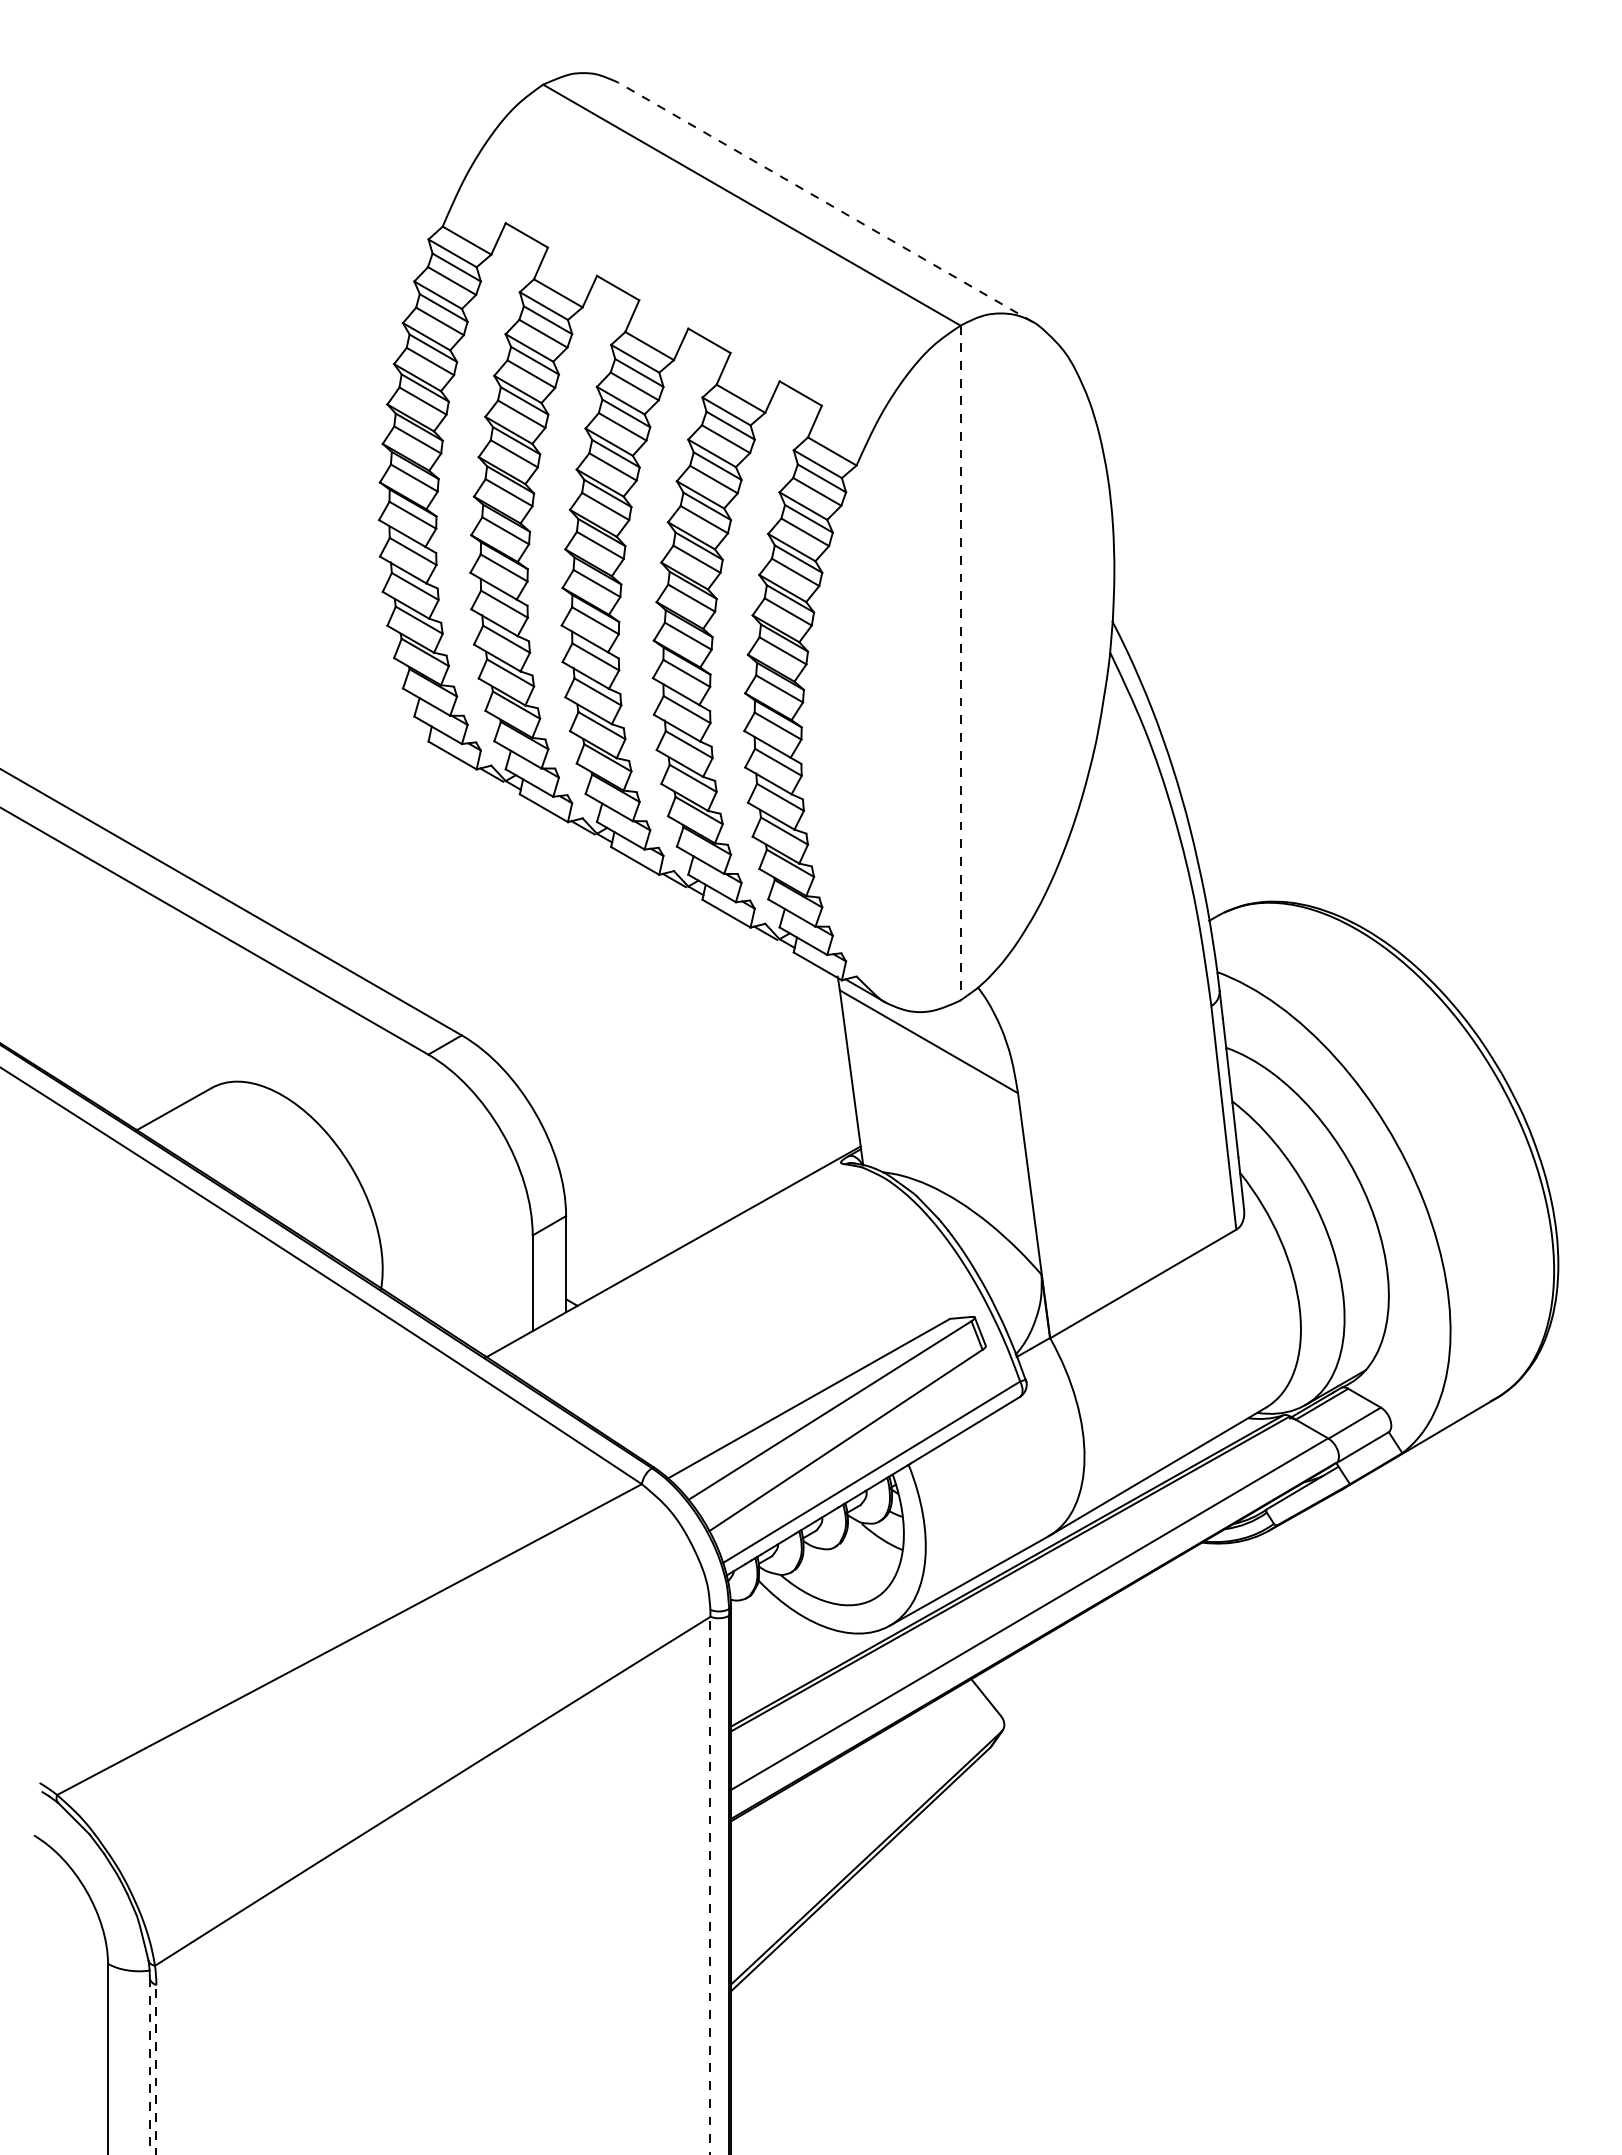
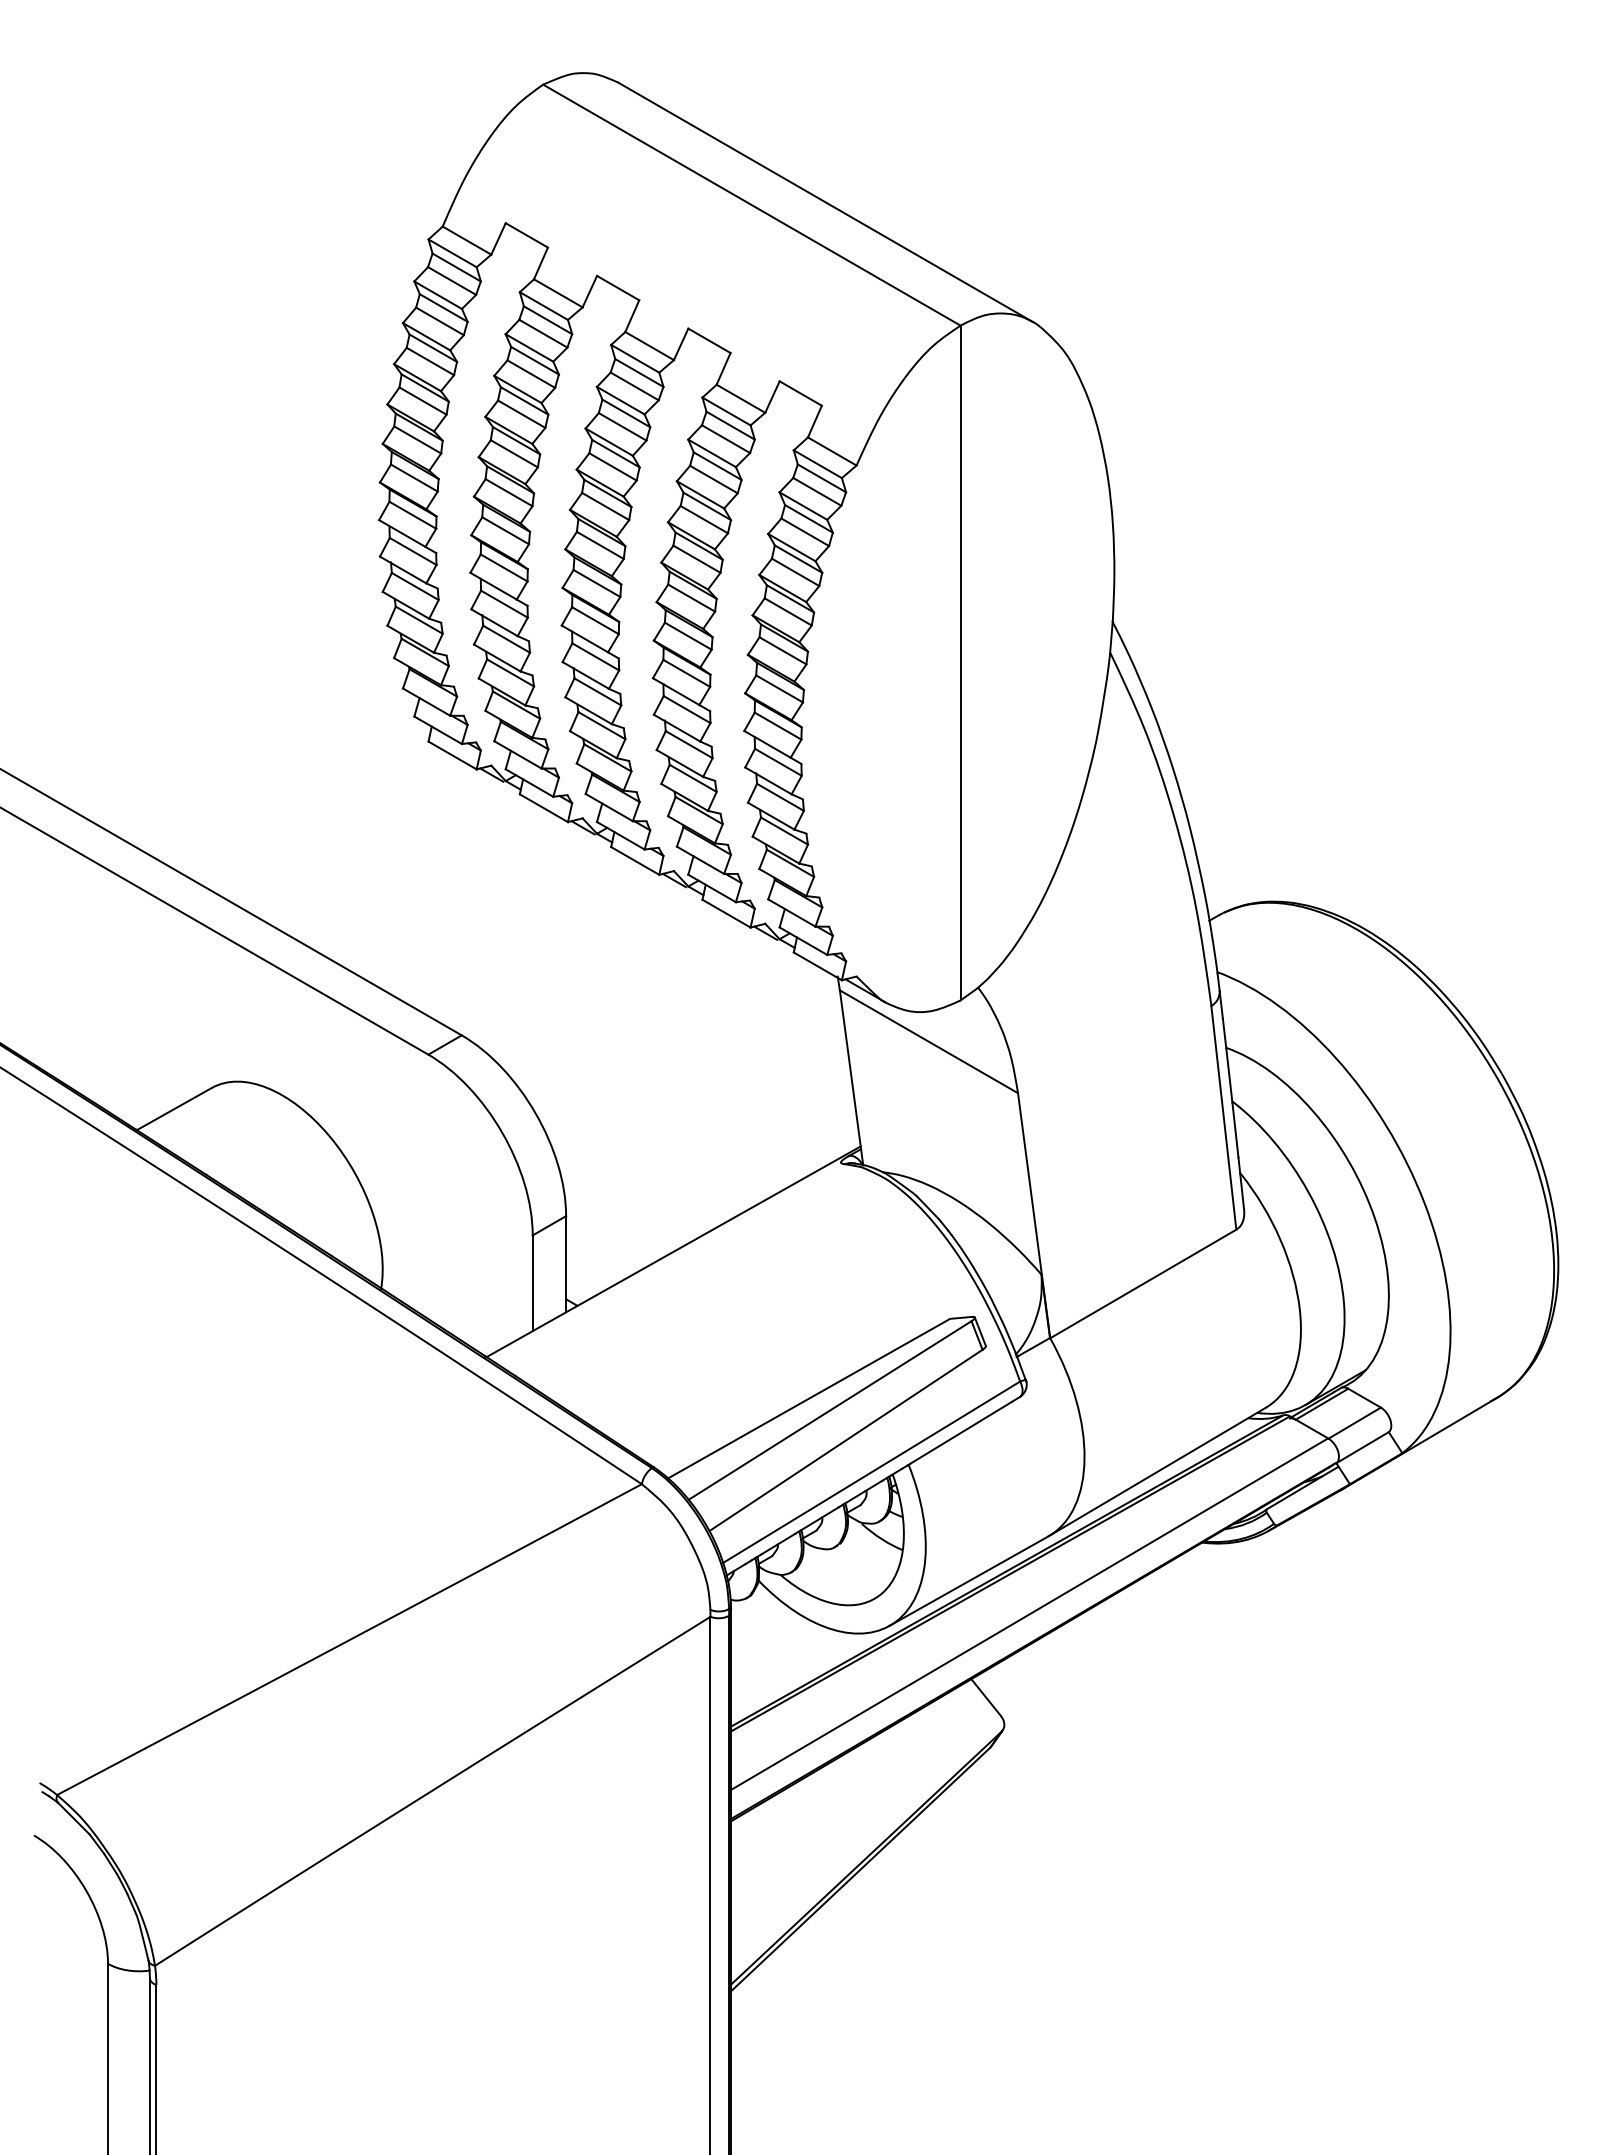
line at (825, 202): dashed -> solid
line at (960, 663): dashed -> solid
line at (710, 1885): dashed -> solid
line at (149, 2066): dashed -> solid
line at (156, 2069): dashed -> solid
